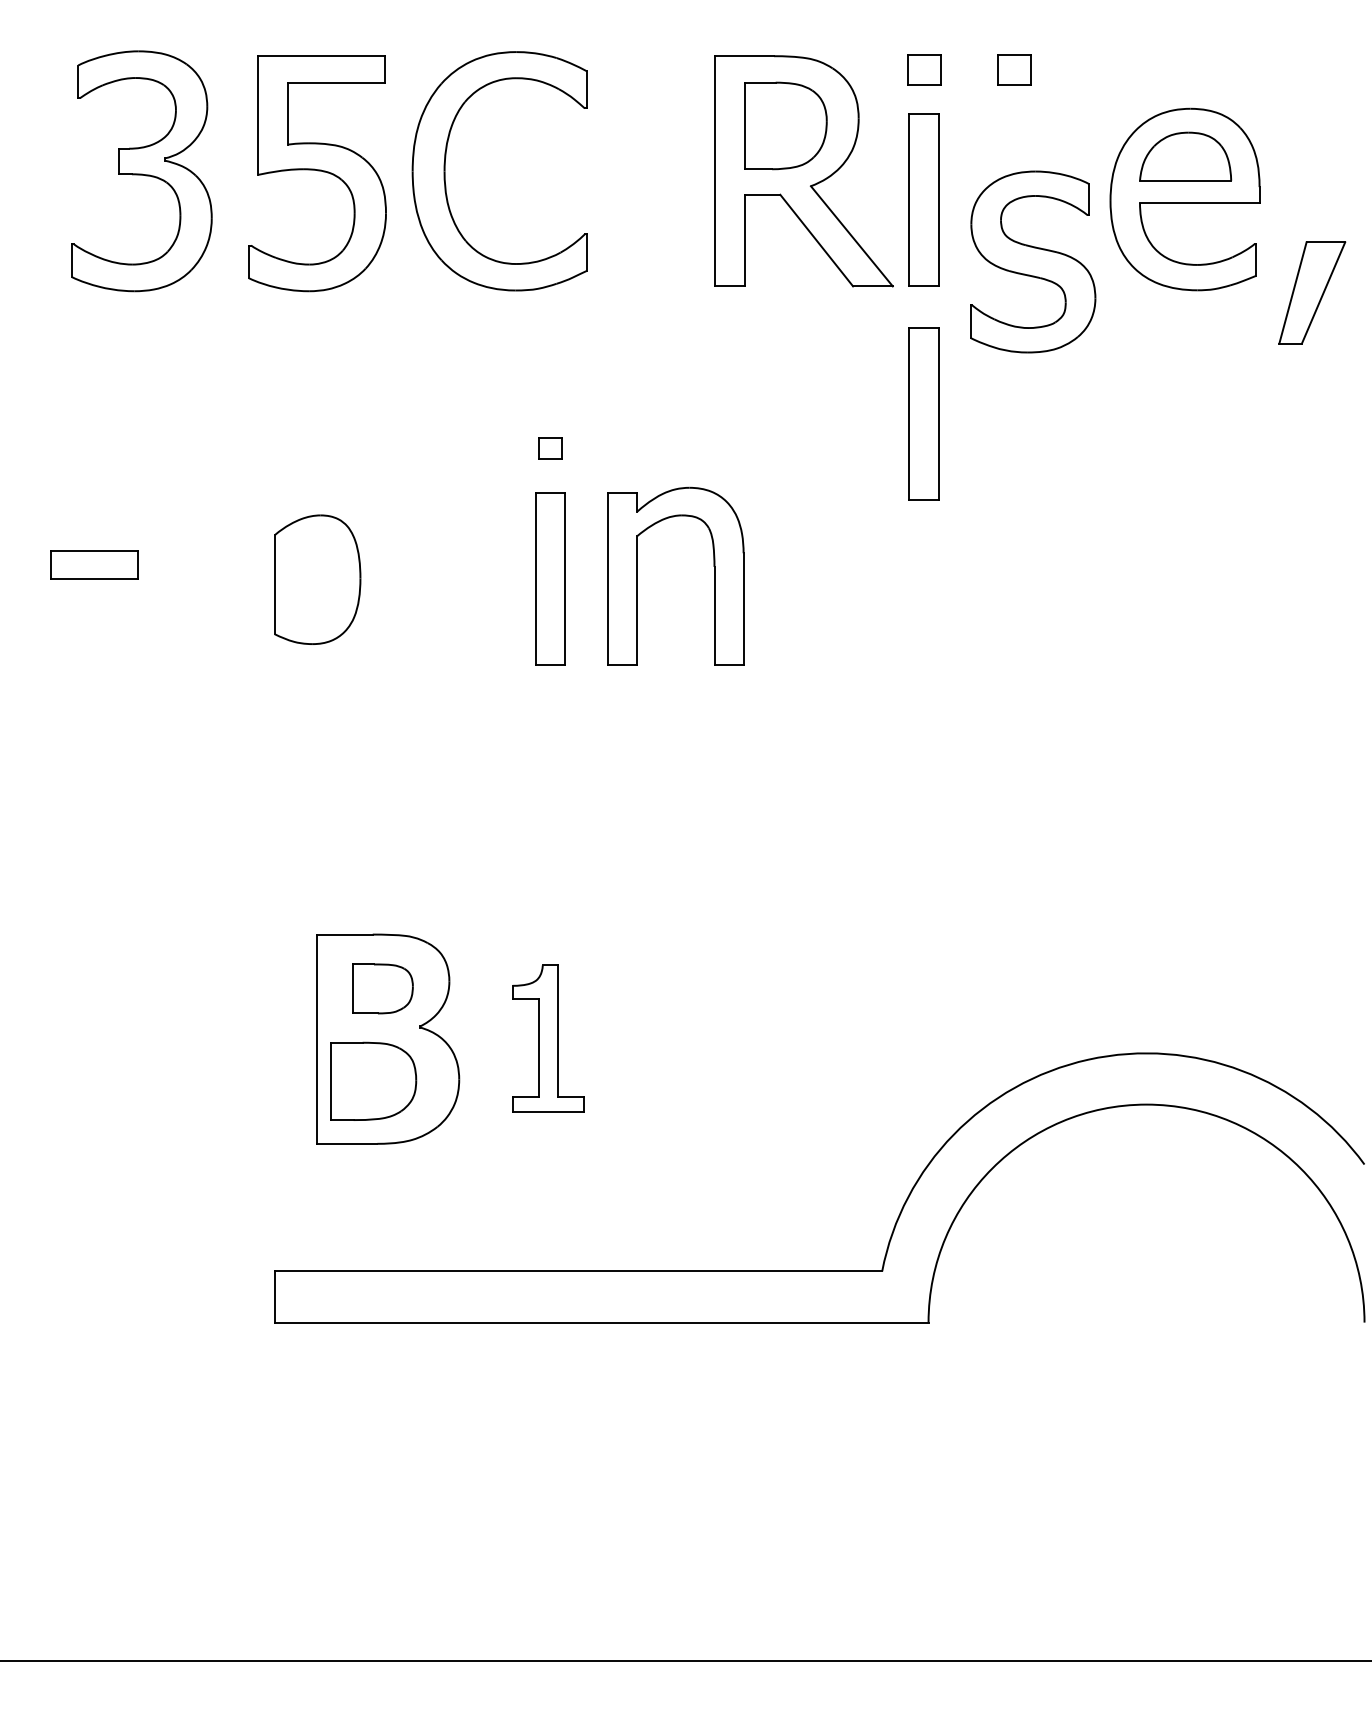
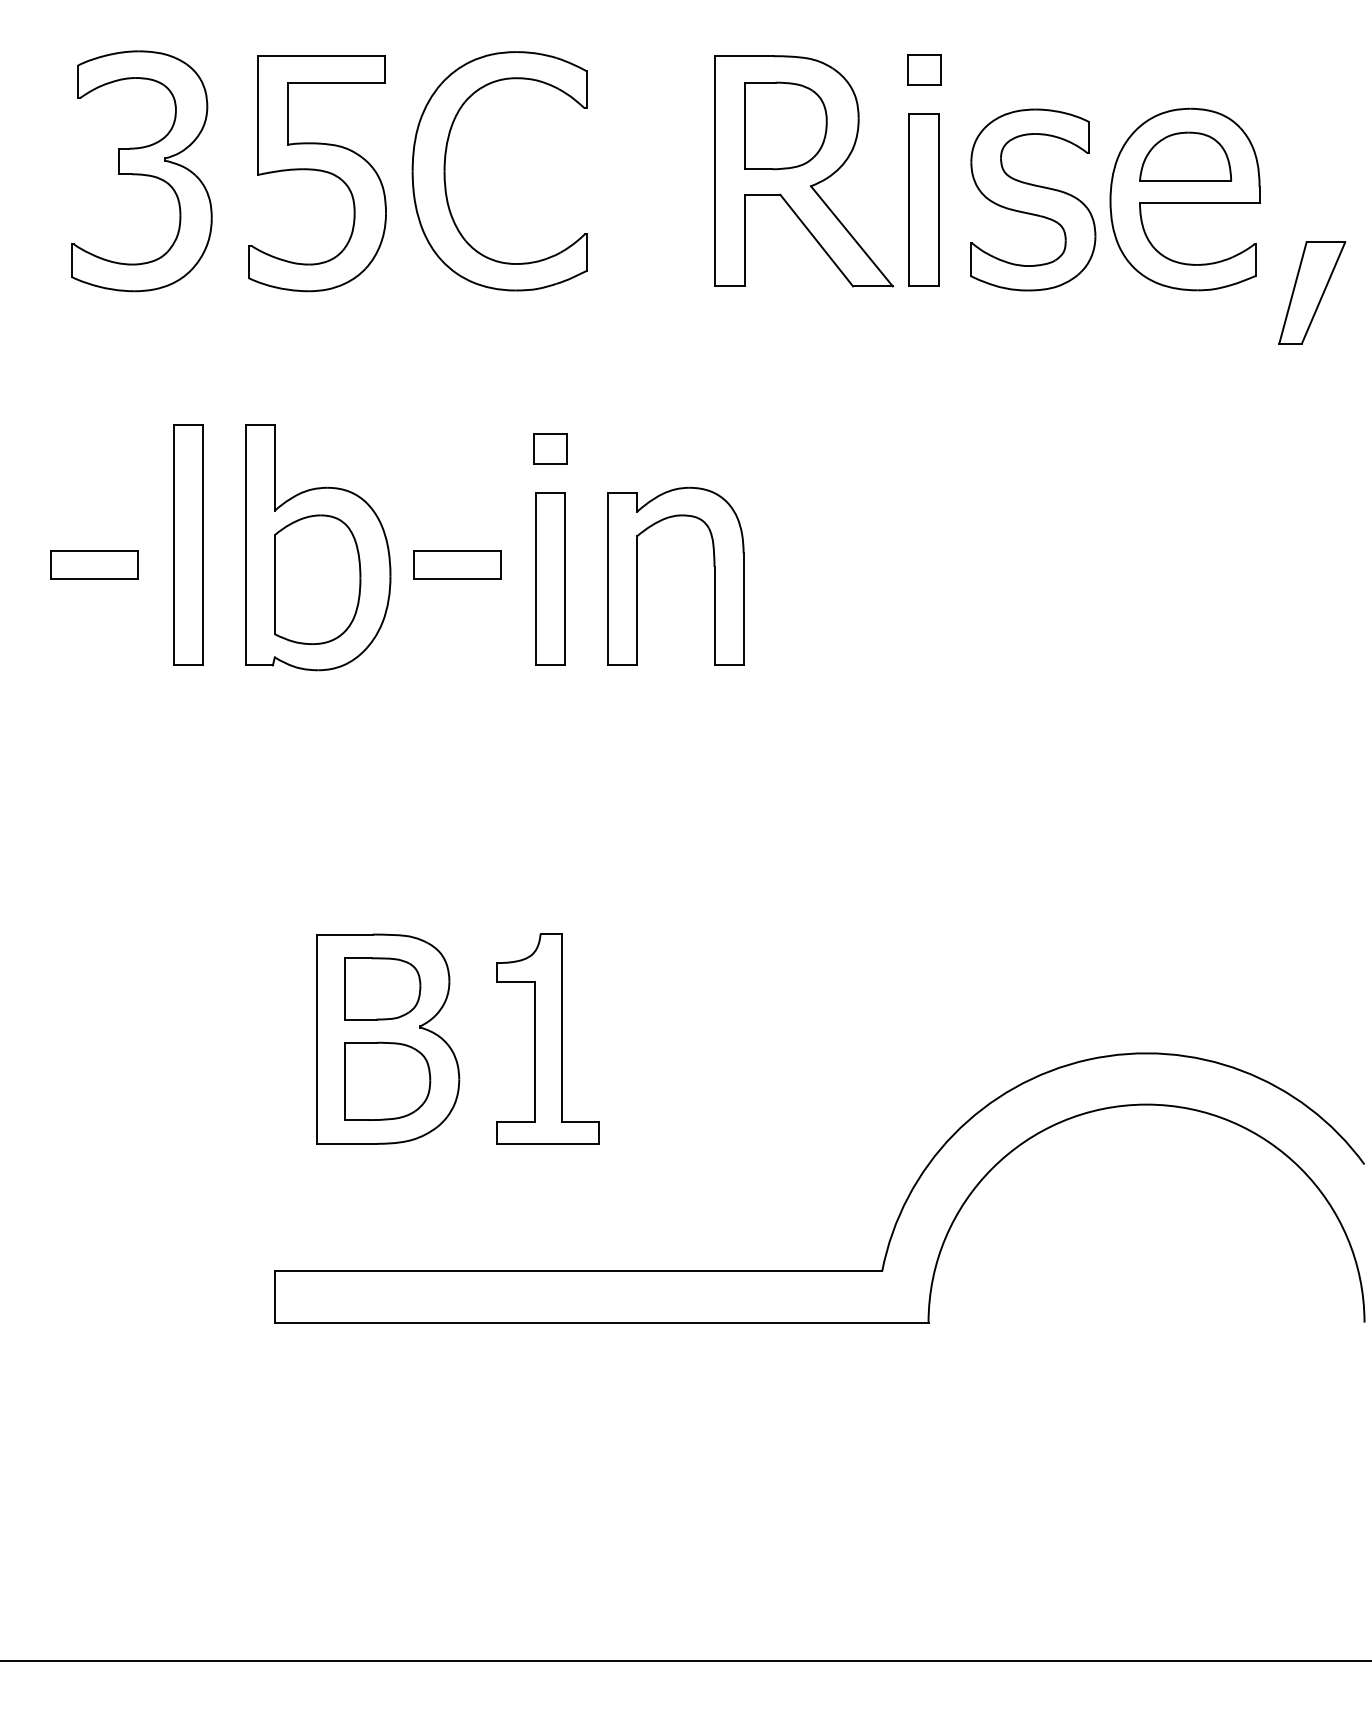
part at (1014, 69): present -> none
part at (1033, 261) position: (1033, 261) -> (1033, 199)
part at (923, 413): present -> none
part at (550, 448) size: 25x23 px -> 35x32 px
part at (188, 544): none -> present
part at (318, 547): none -> present
part at (457, 564): none -> present
part at (382, 988) size: 62x52 px -> 78x64 px
part at (548, 1038) size: 73x149 px -> 104x212 px
part at (373, 1080) position: (373, 1080) -> (387, 1080)
